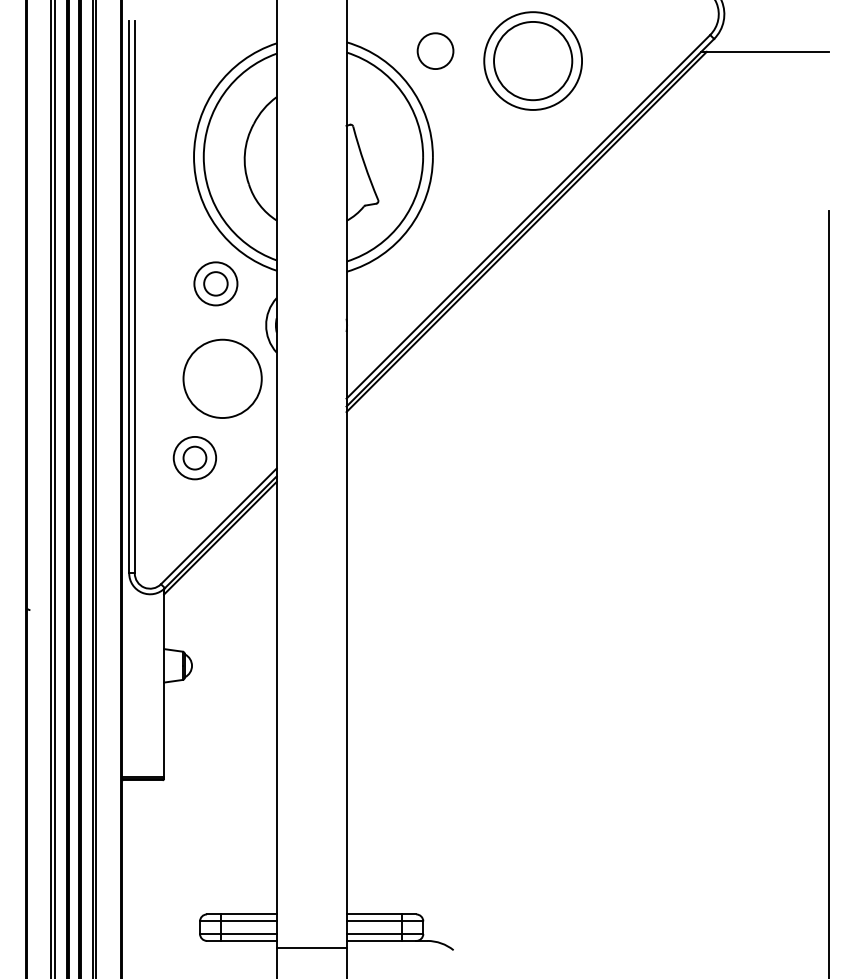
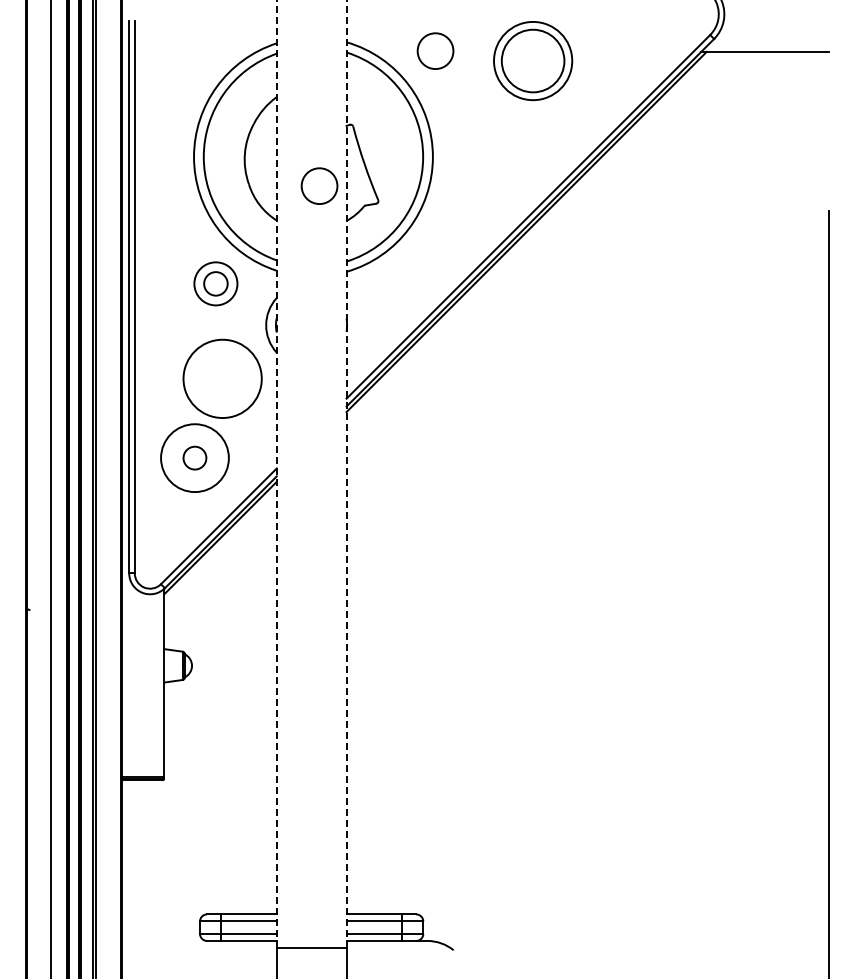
part at (532, 60) size: 100x100 px -> 81x81 px
circle at (319, 185): none -> present
circle at (194, 457) diameter: 42 px -> 68 px
line at (276, 473): solid -> dashed
line at (346, 473): solid -> dashed
line at (55, 488): present -> none
